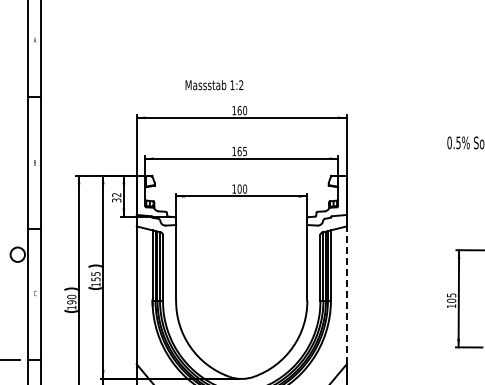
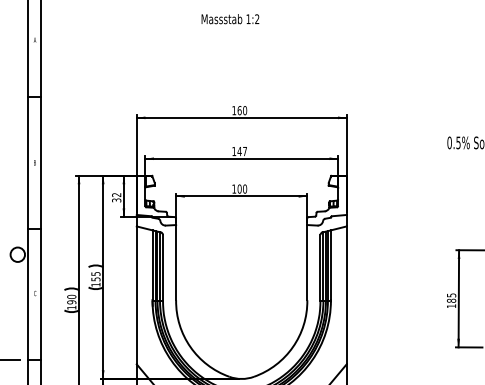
text at (214, 85) position: (214, 85) -> (230, 19)
text at (241, 151): 165 -> 147
line at (346, 295): dashed -> solid
text at (451, 300): 105 -> 185
